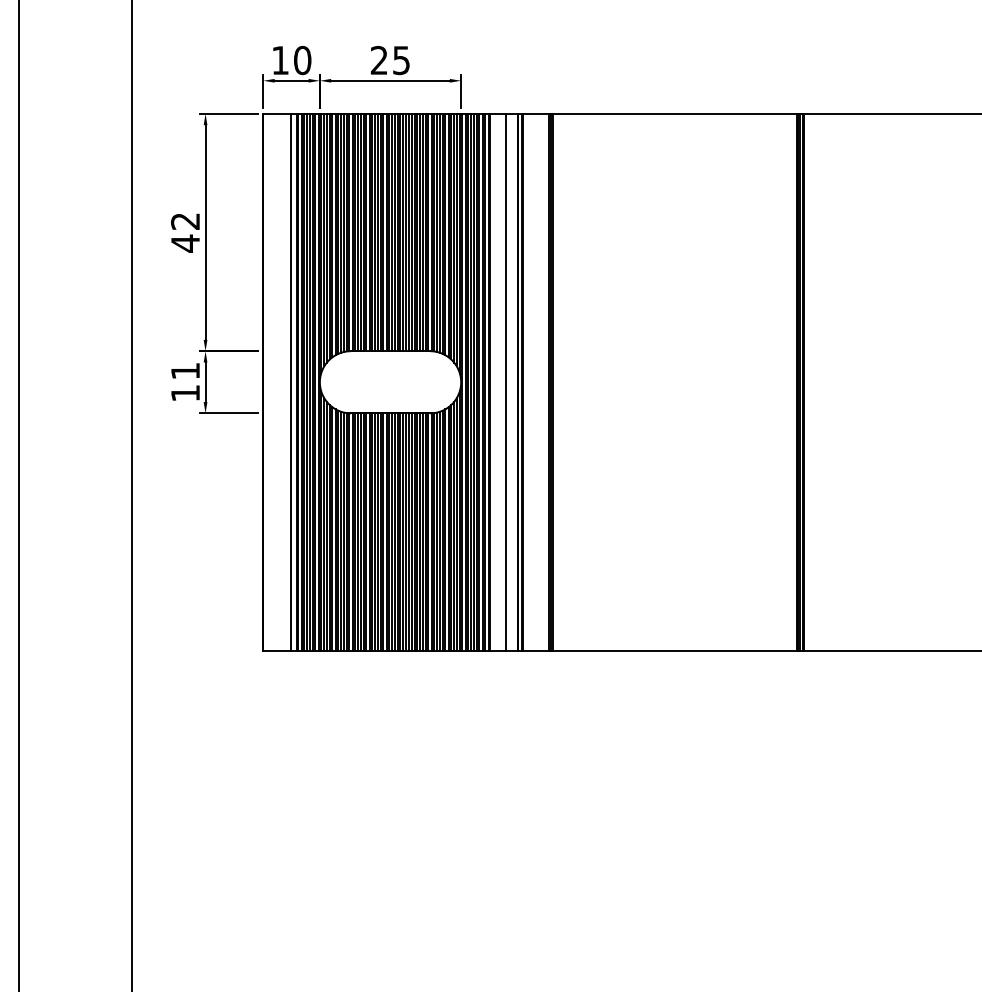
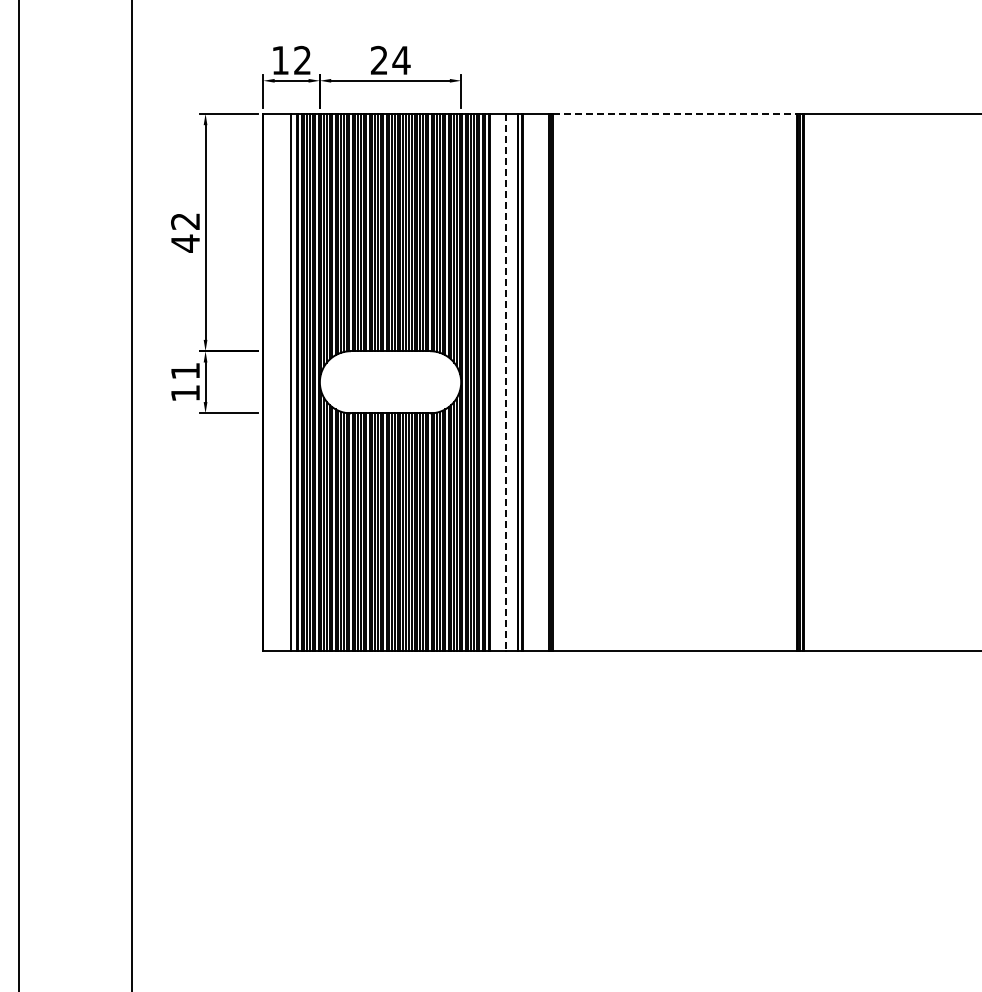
text at (302, 60): 10 -> 12
text at (401, 60): 25 -> 24
line at (674, 113): solid -> dashed
line at (505, 382): solid -> dashed
